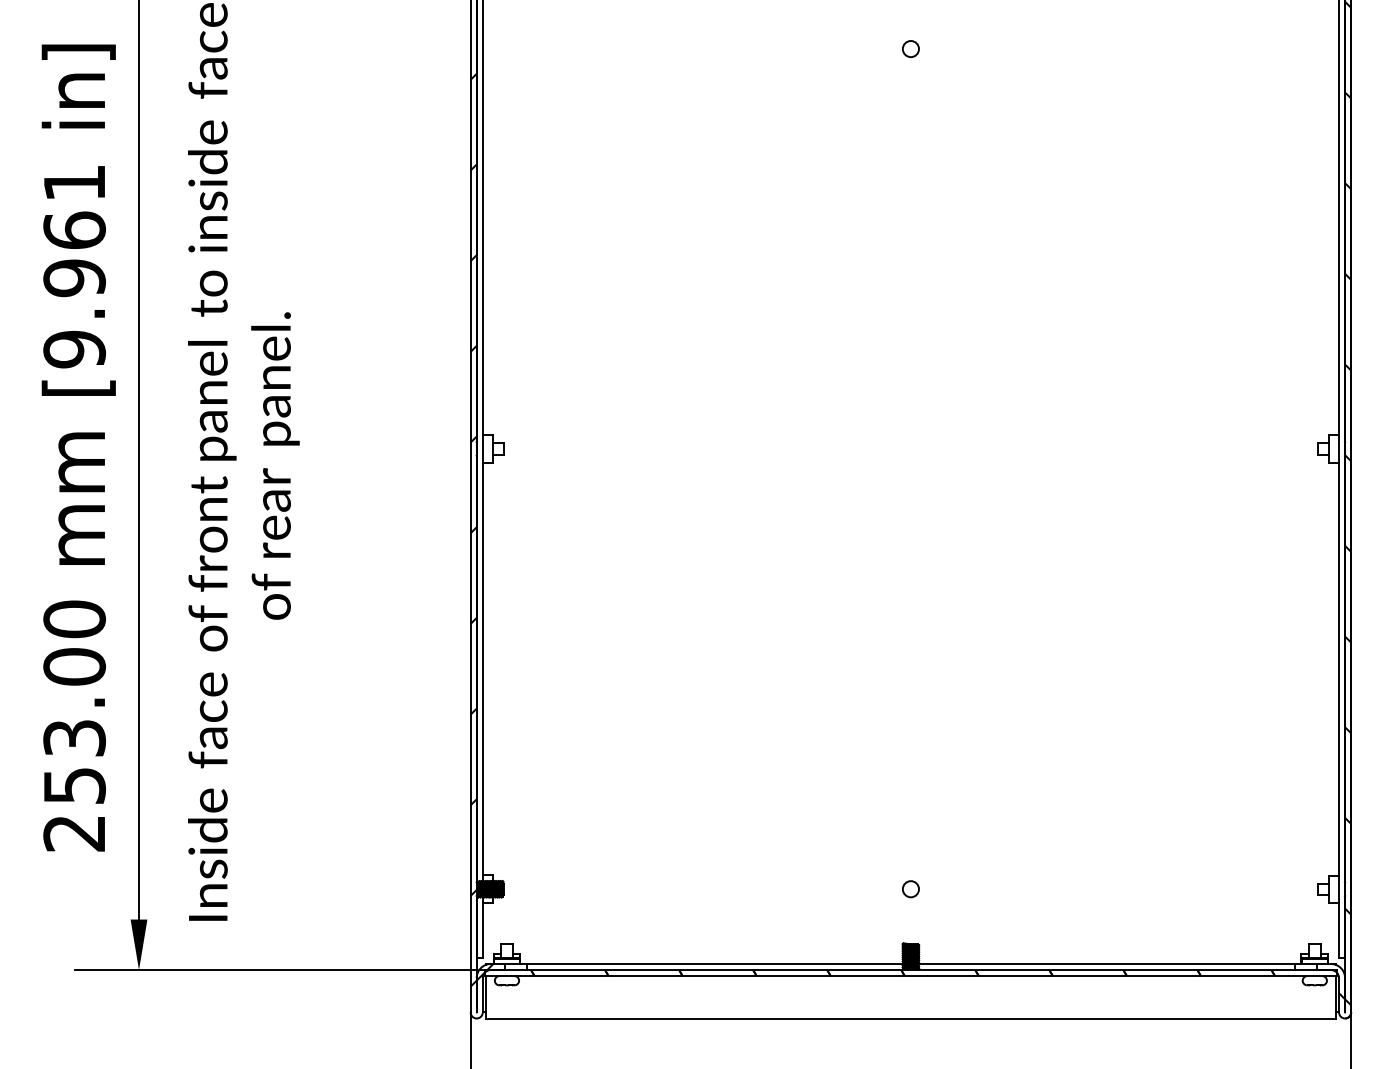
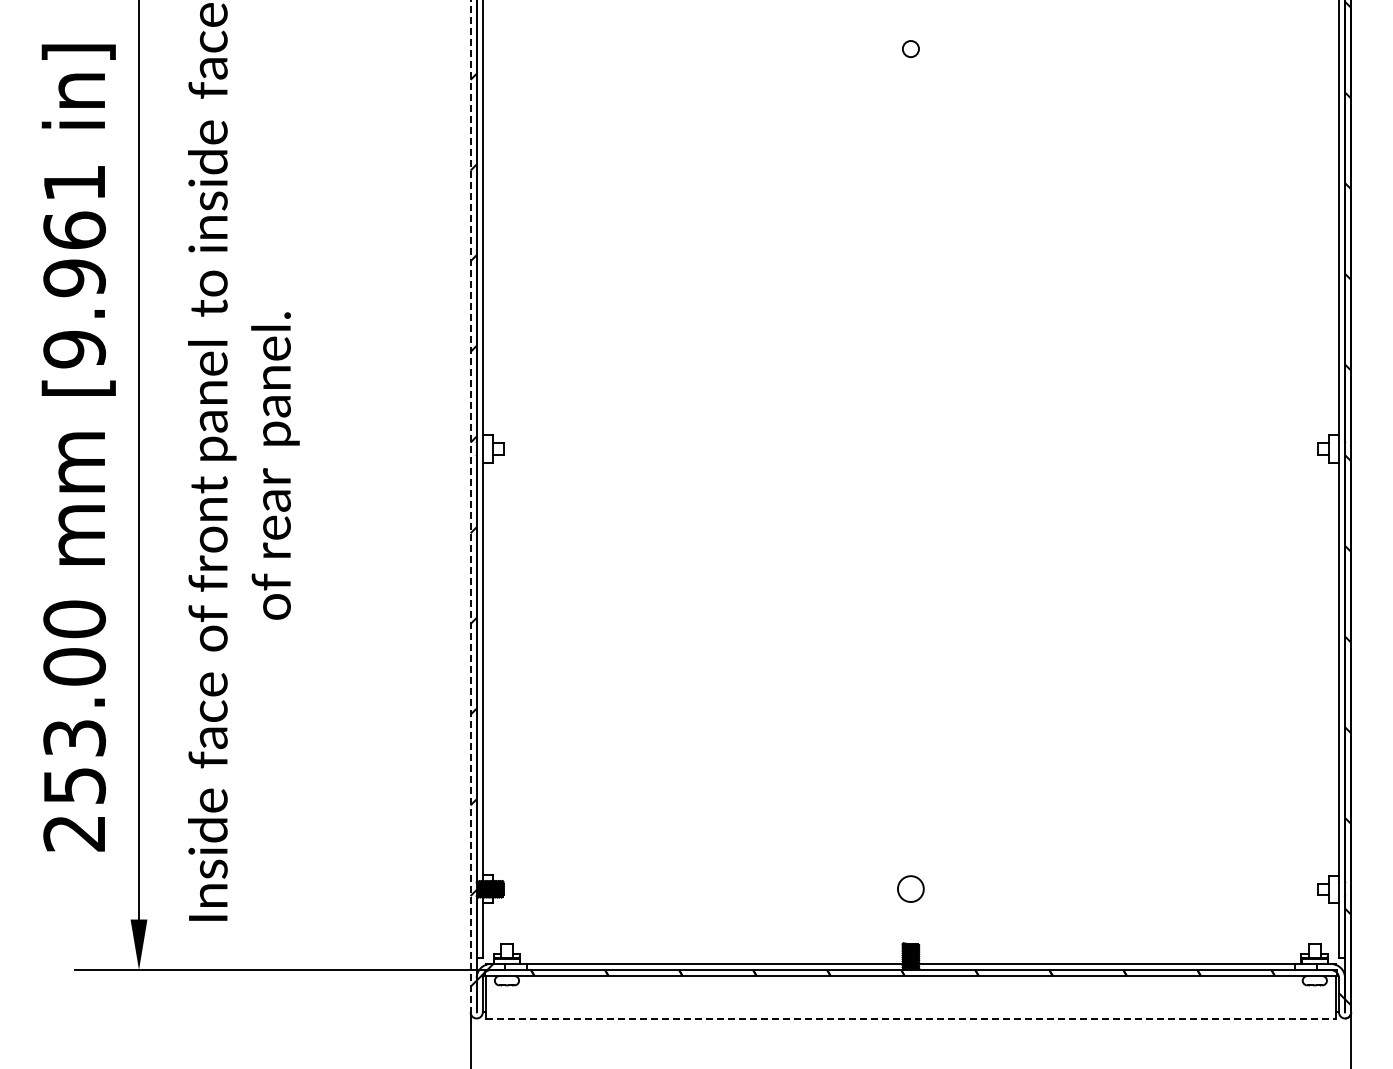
line at (470, 506): solid -> dashed
circle at (910, 889) size: 18x19 px -> 28x28 px
line at (910, 1018): solid -> dashed
